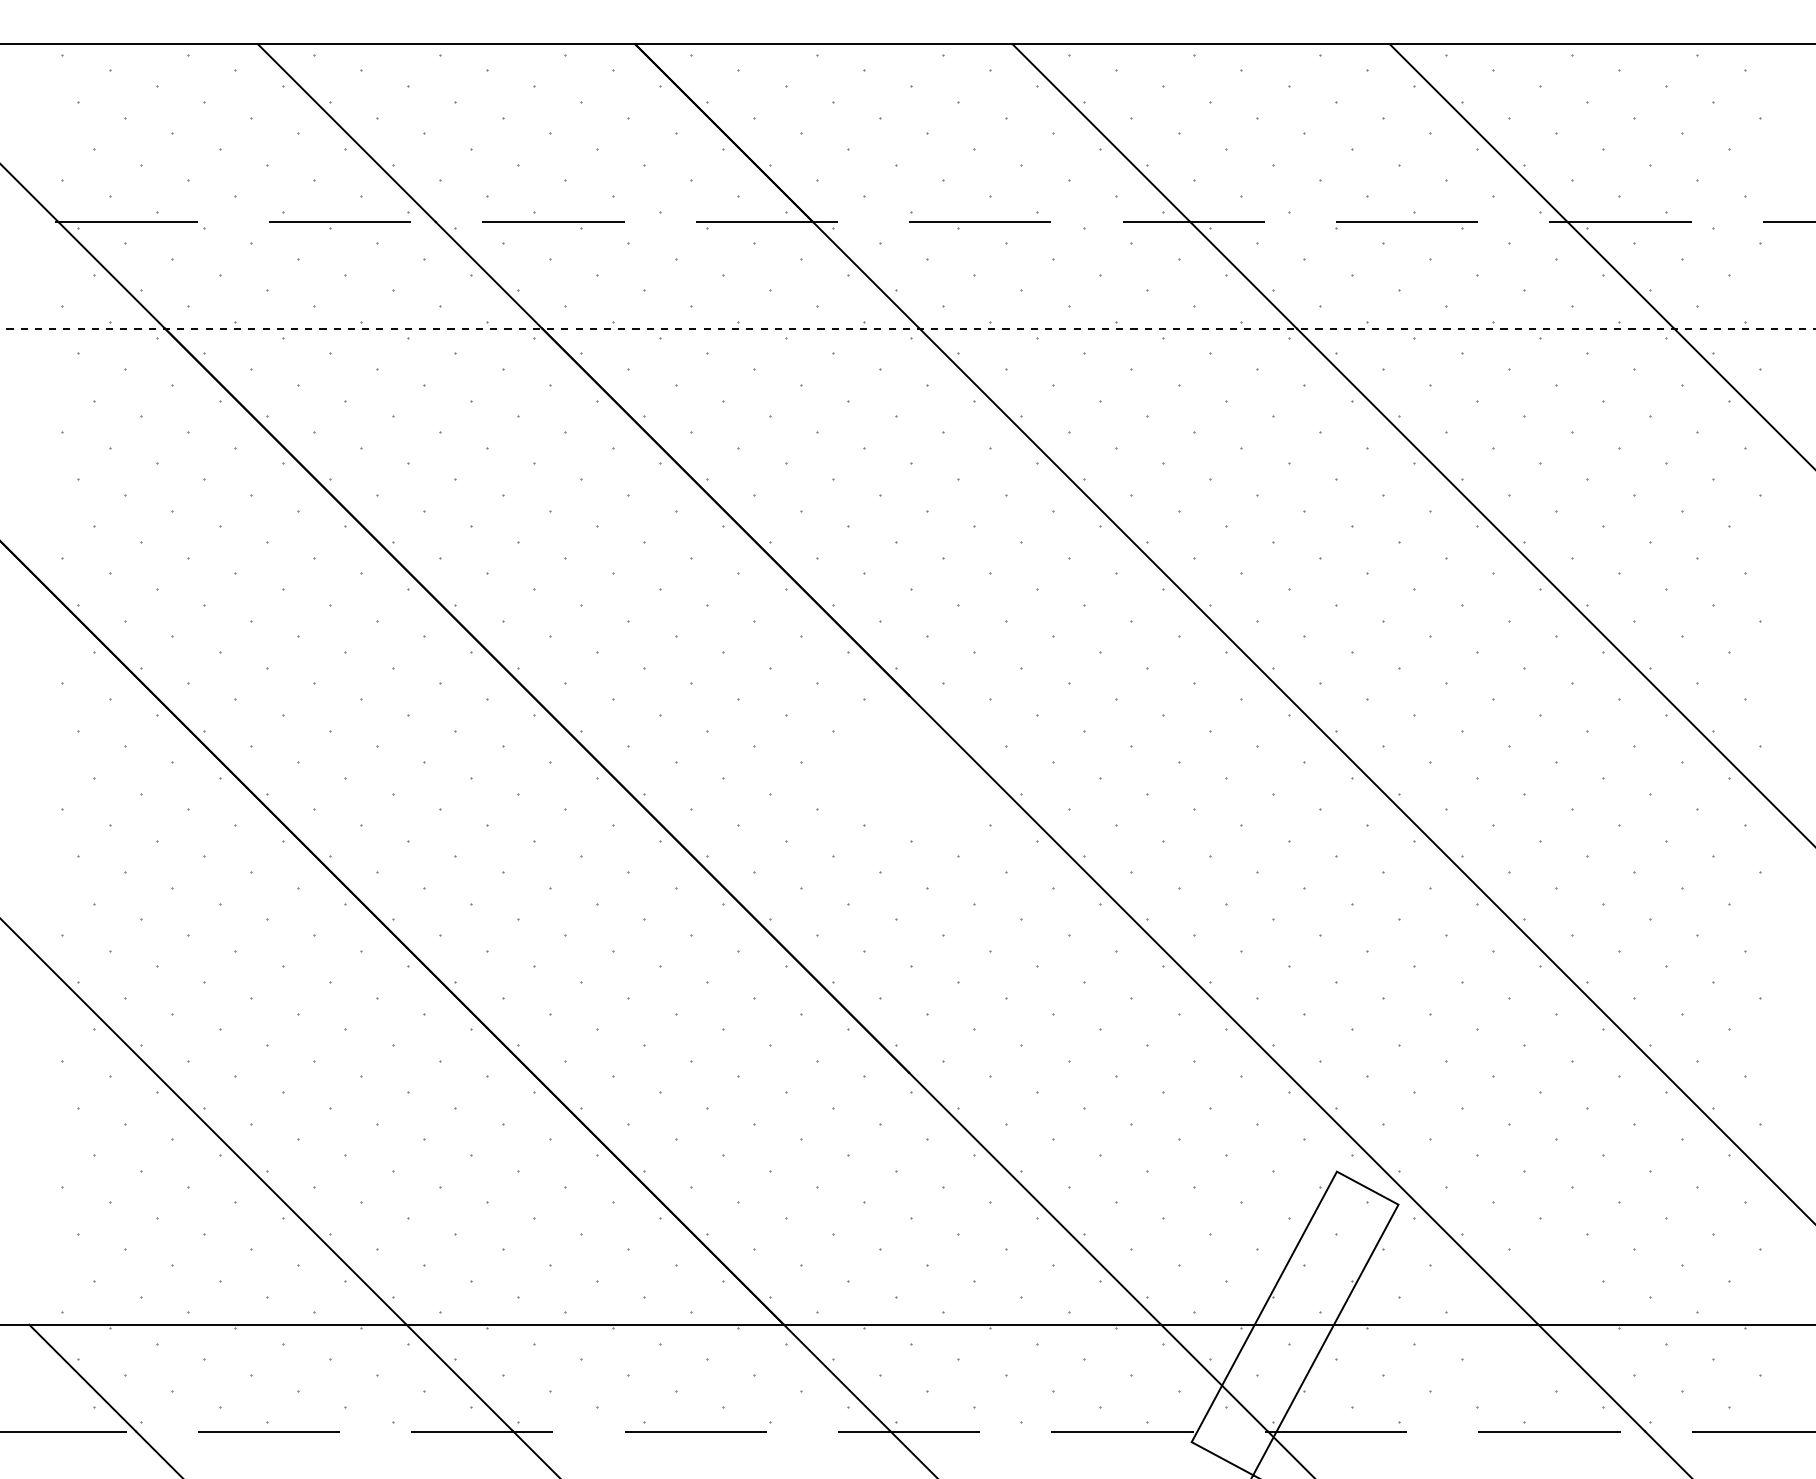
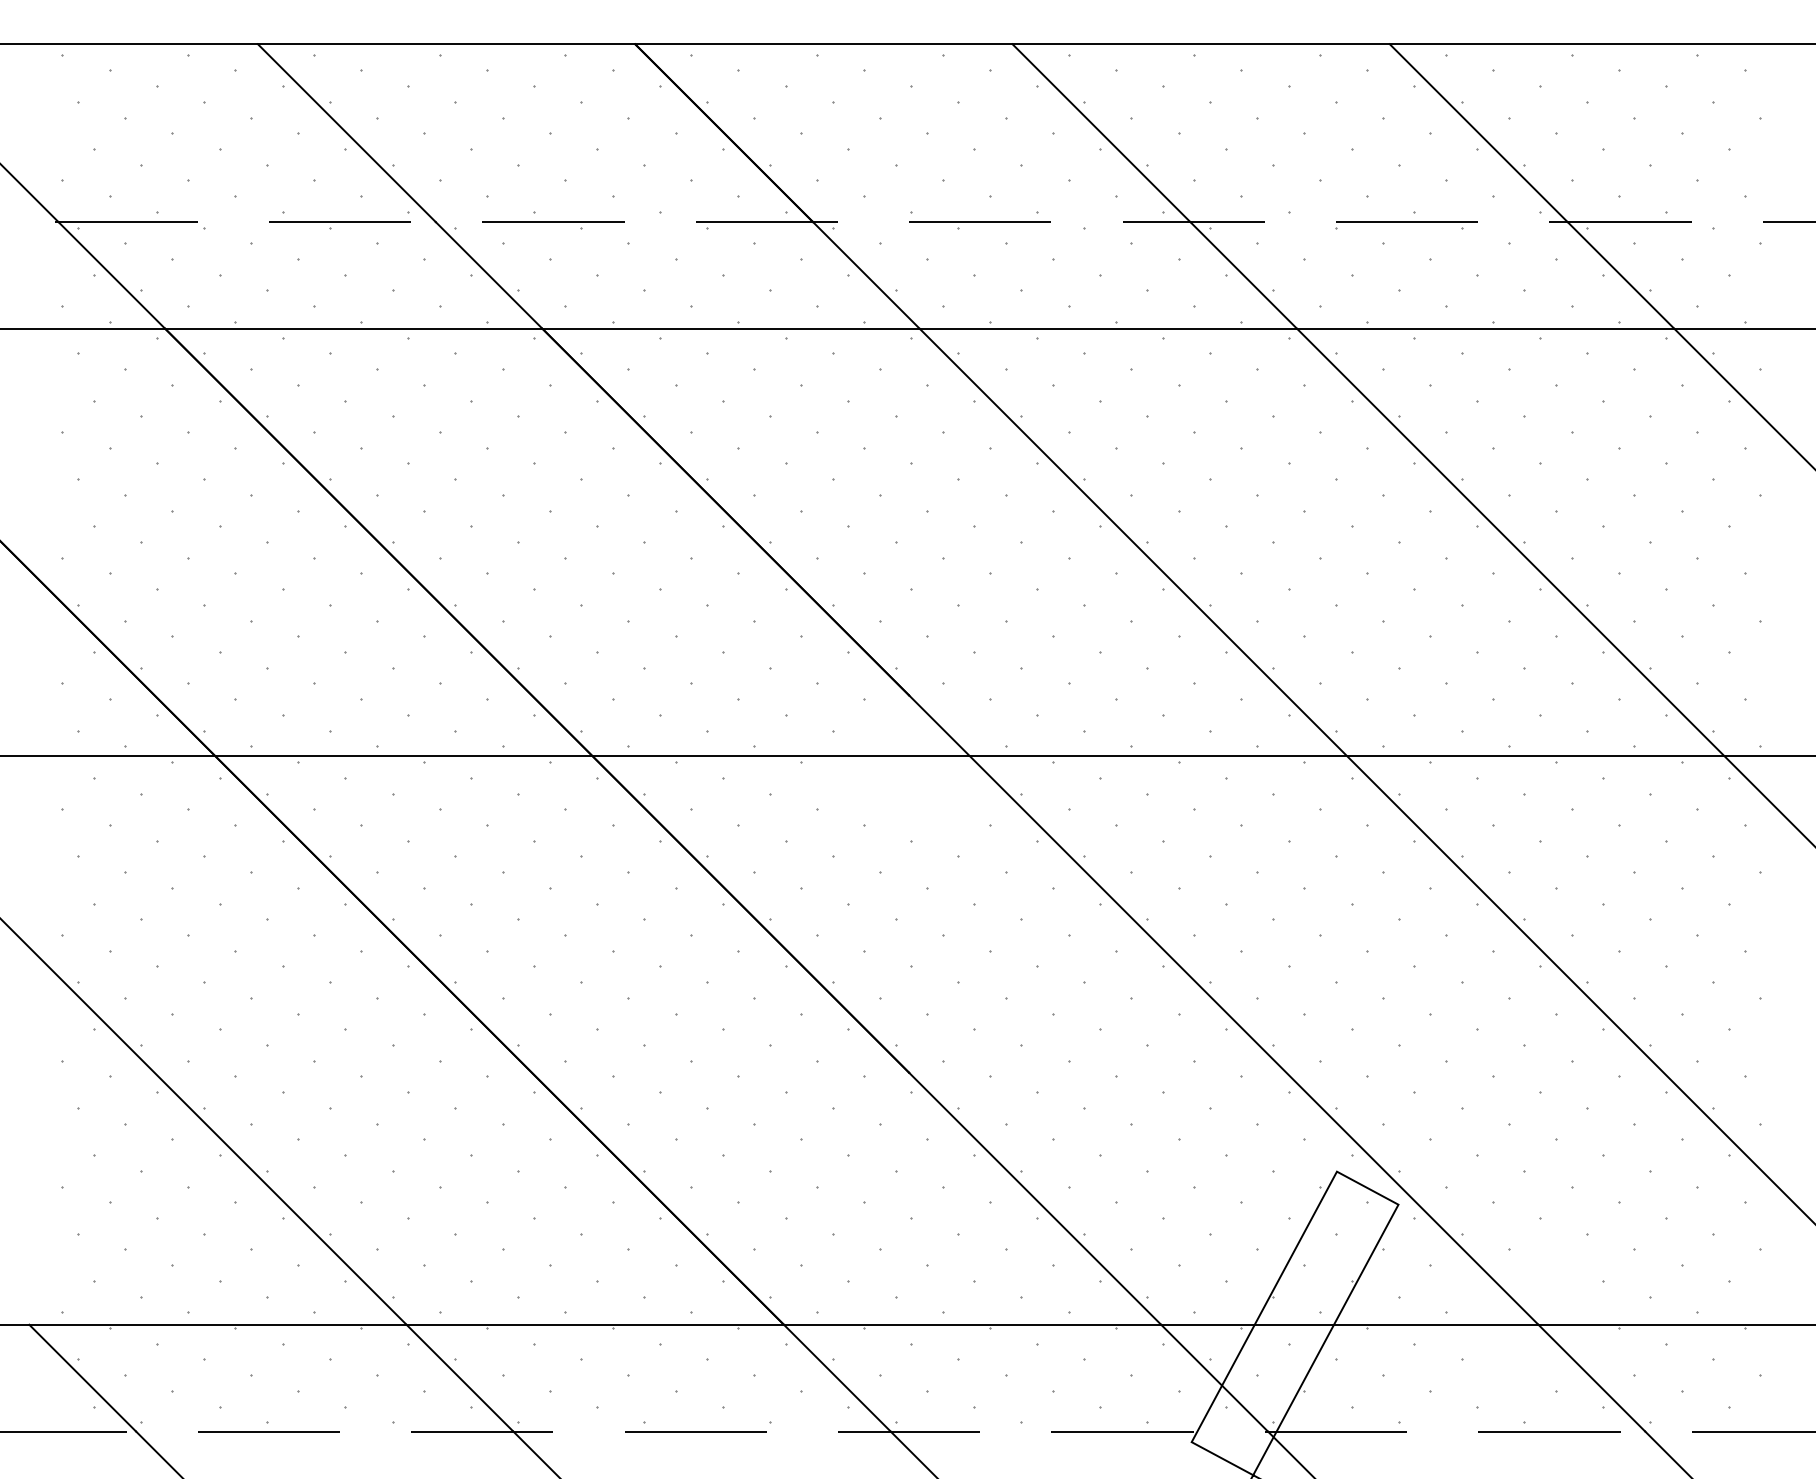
line at (908, 328): dashed -> solid
line at (907, 756): none -> present
